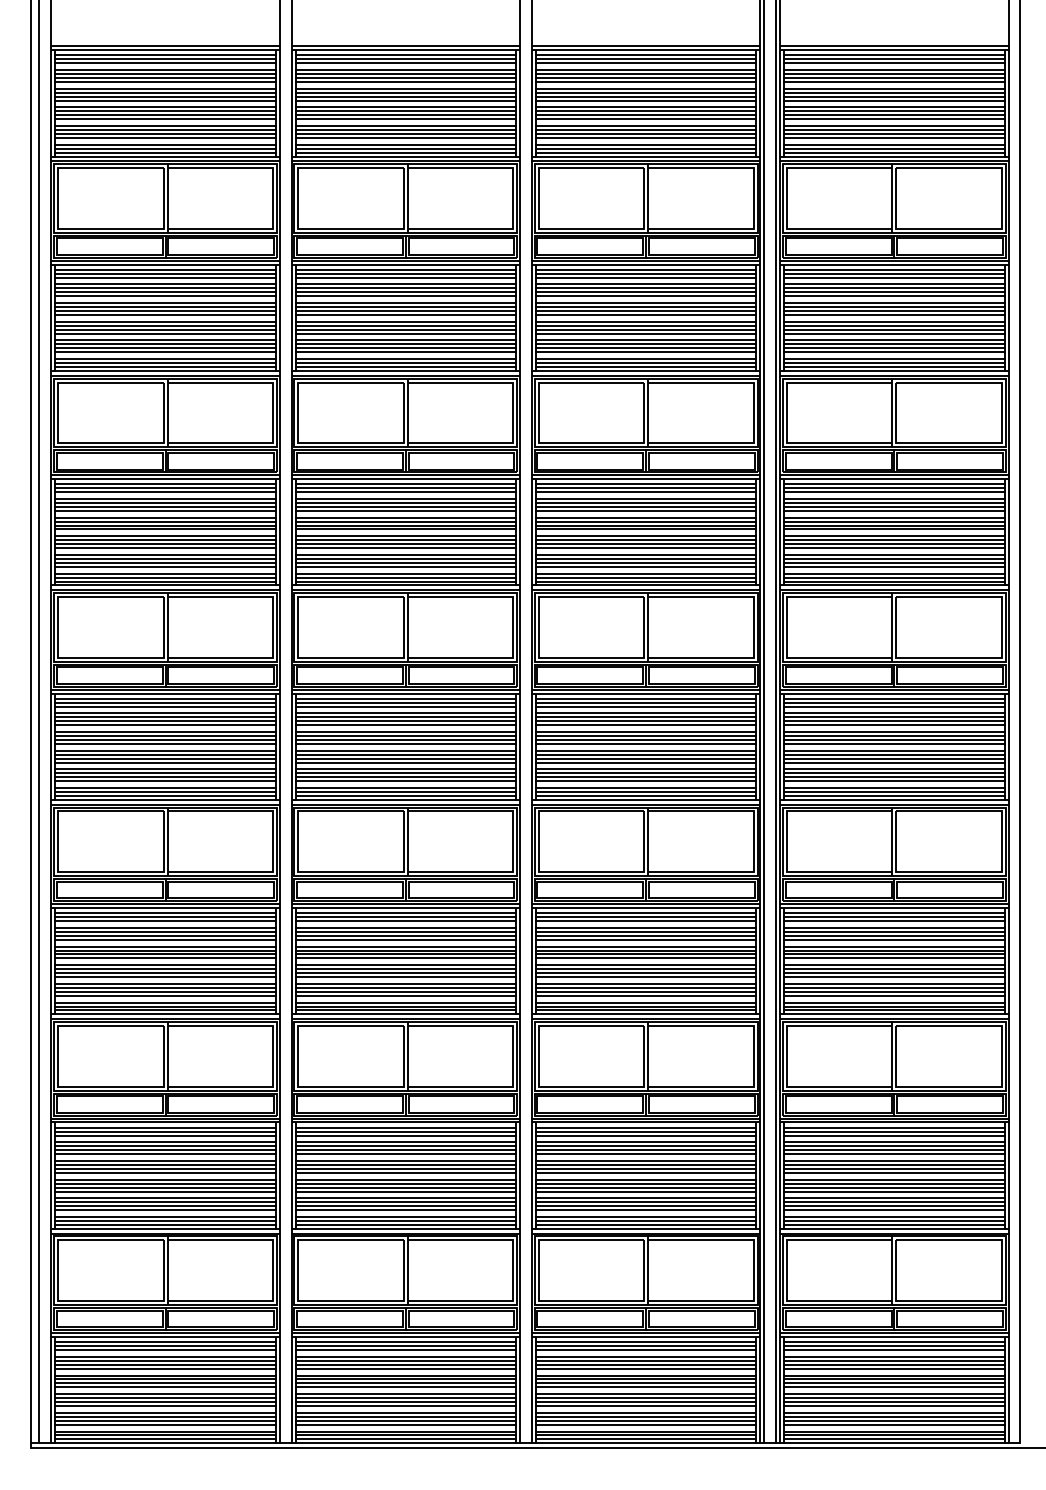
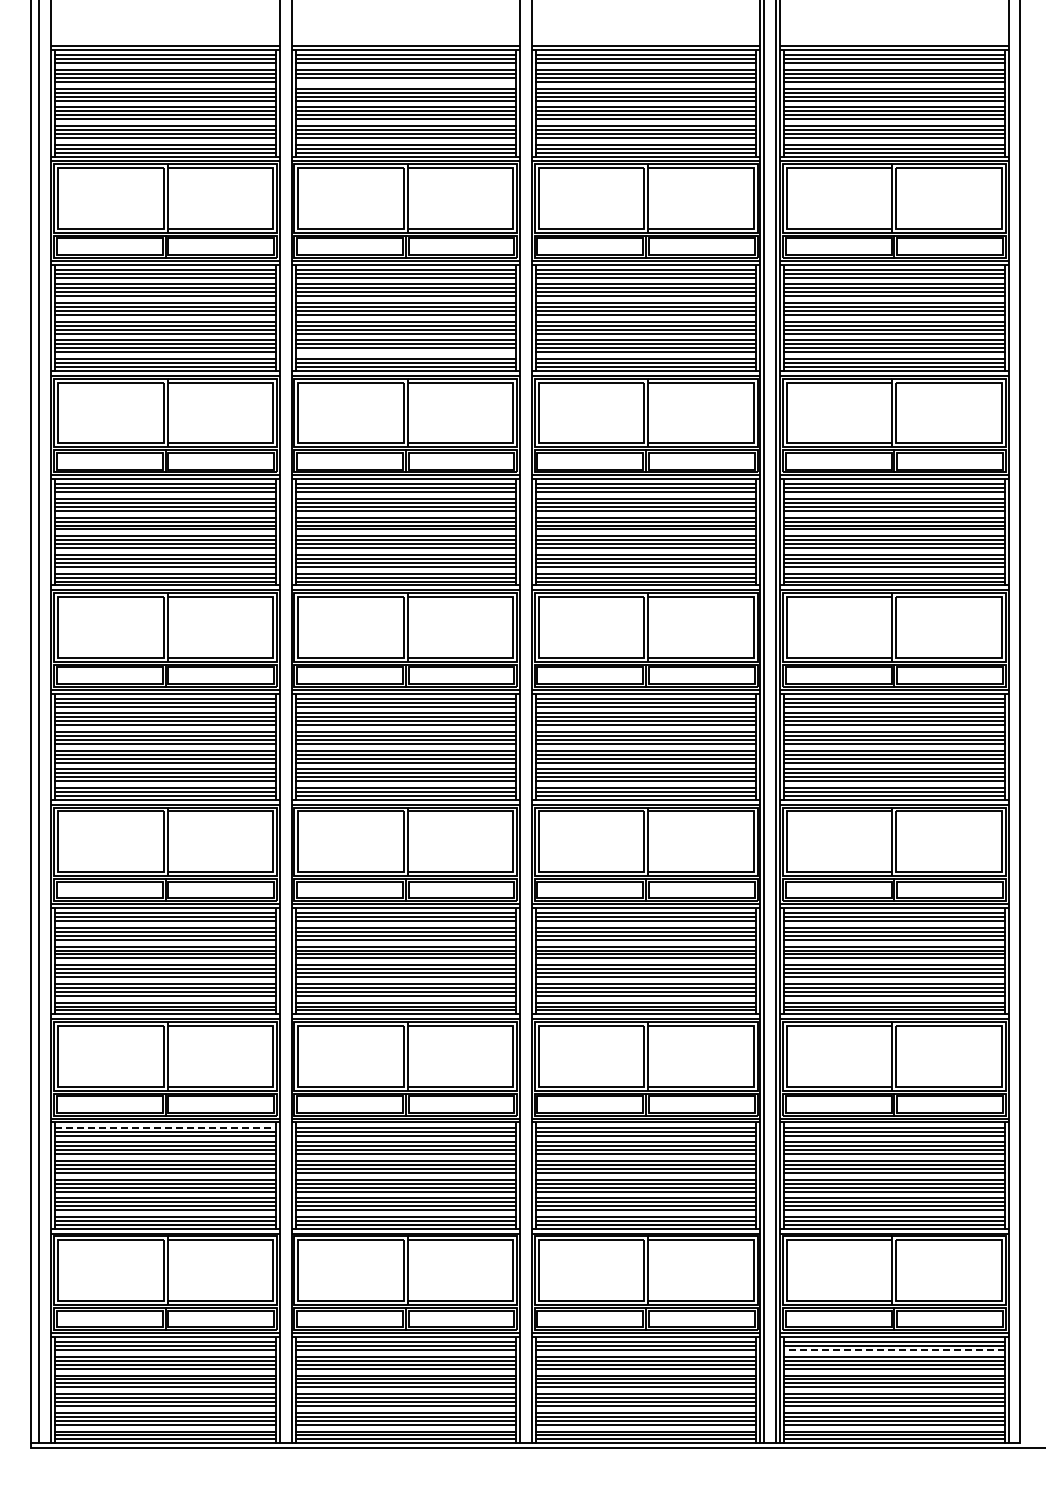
line at (405, 81): present -> none
line at (405, 352): present -> none
line at (165, 1127): solid -> dashed
line at (893, 1350): solid -> dashed
